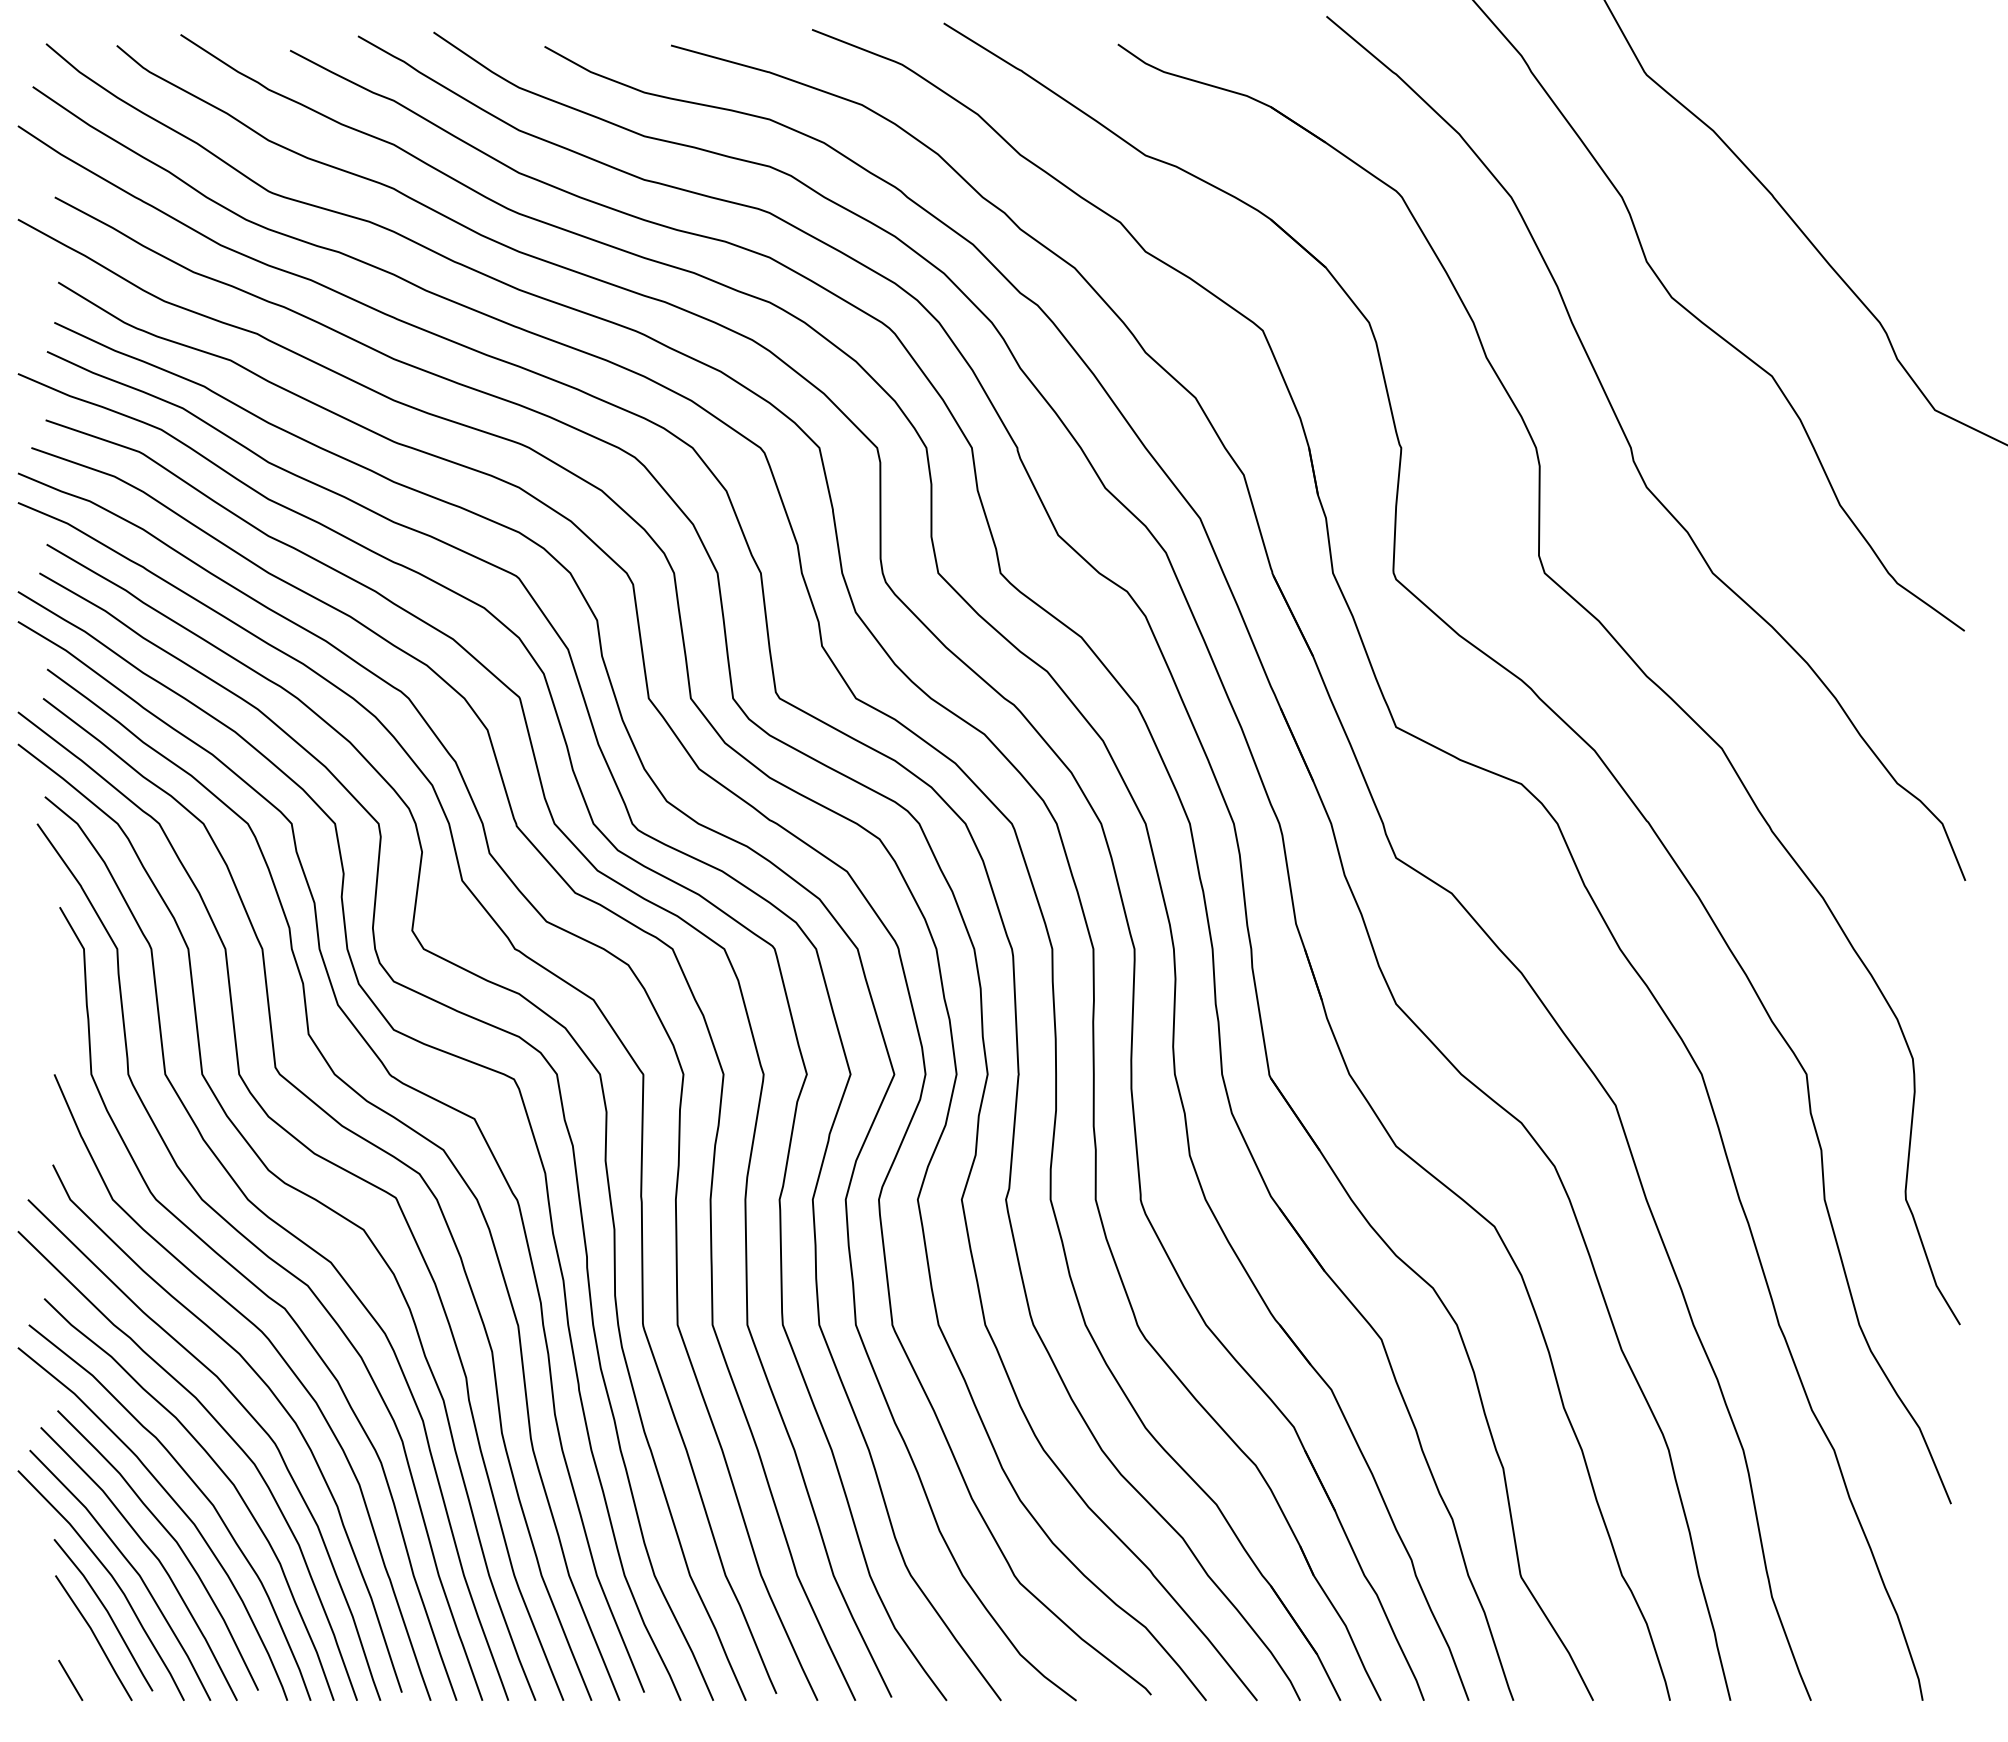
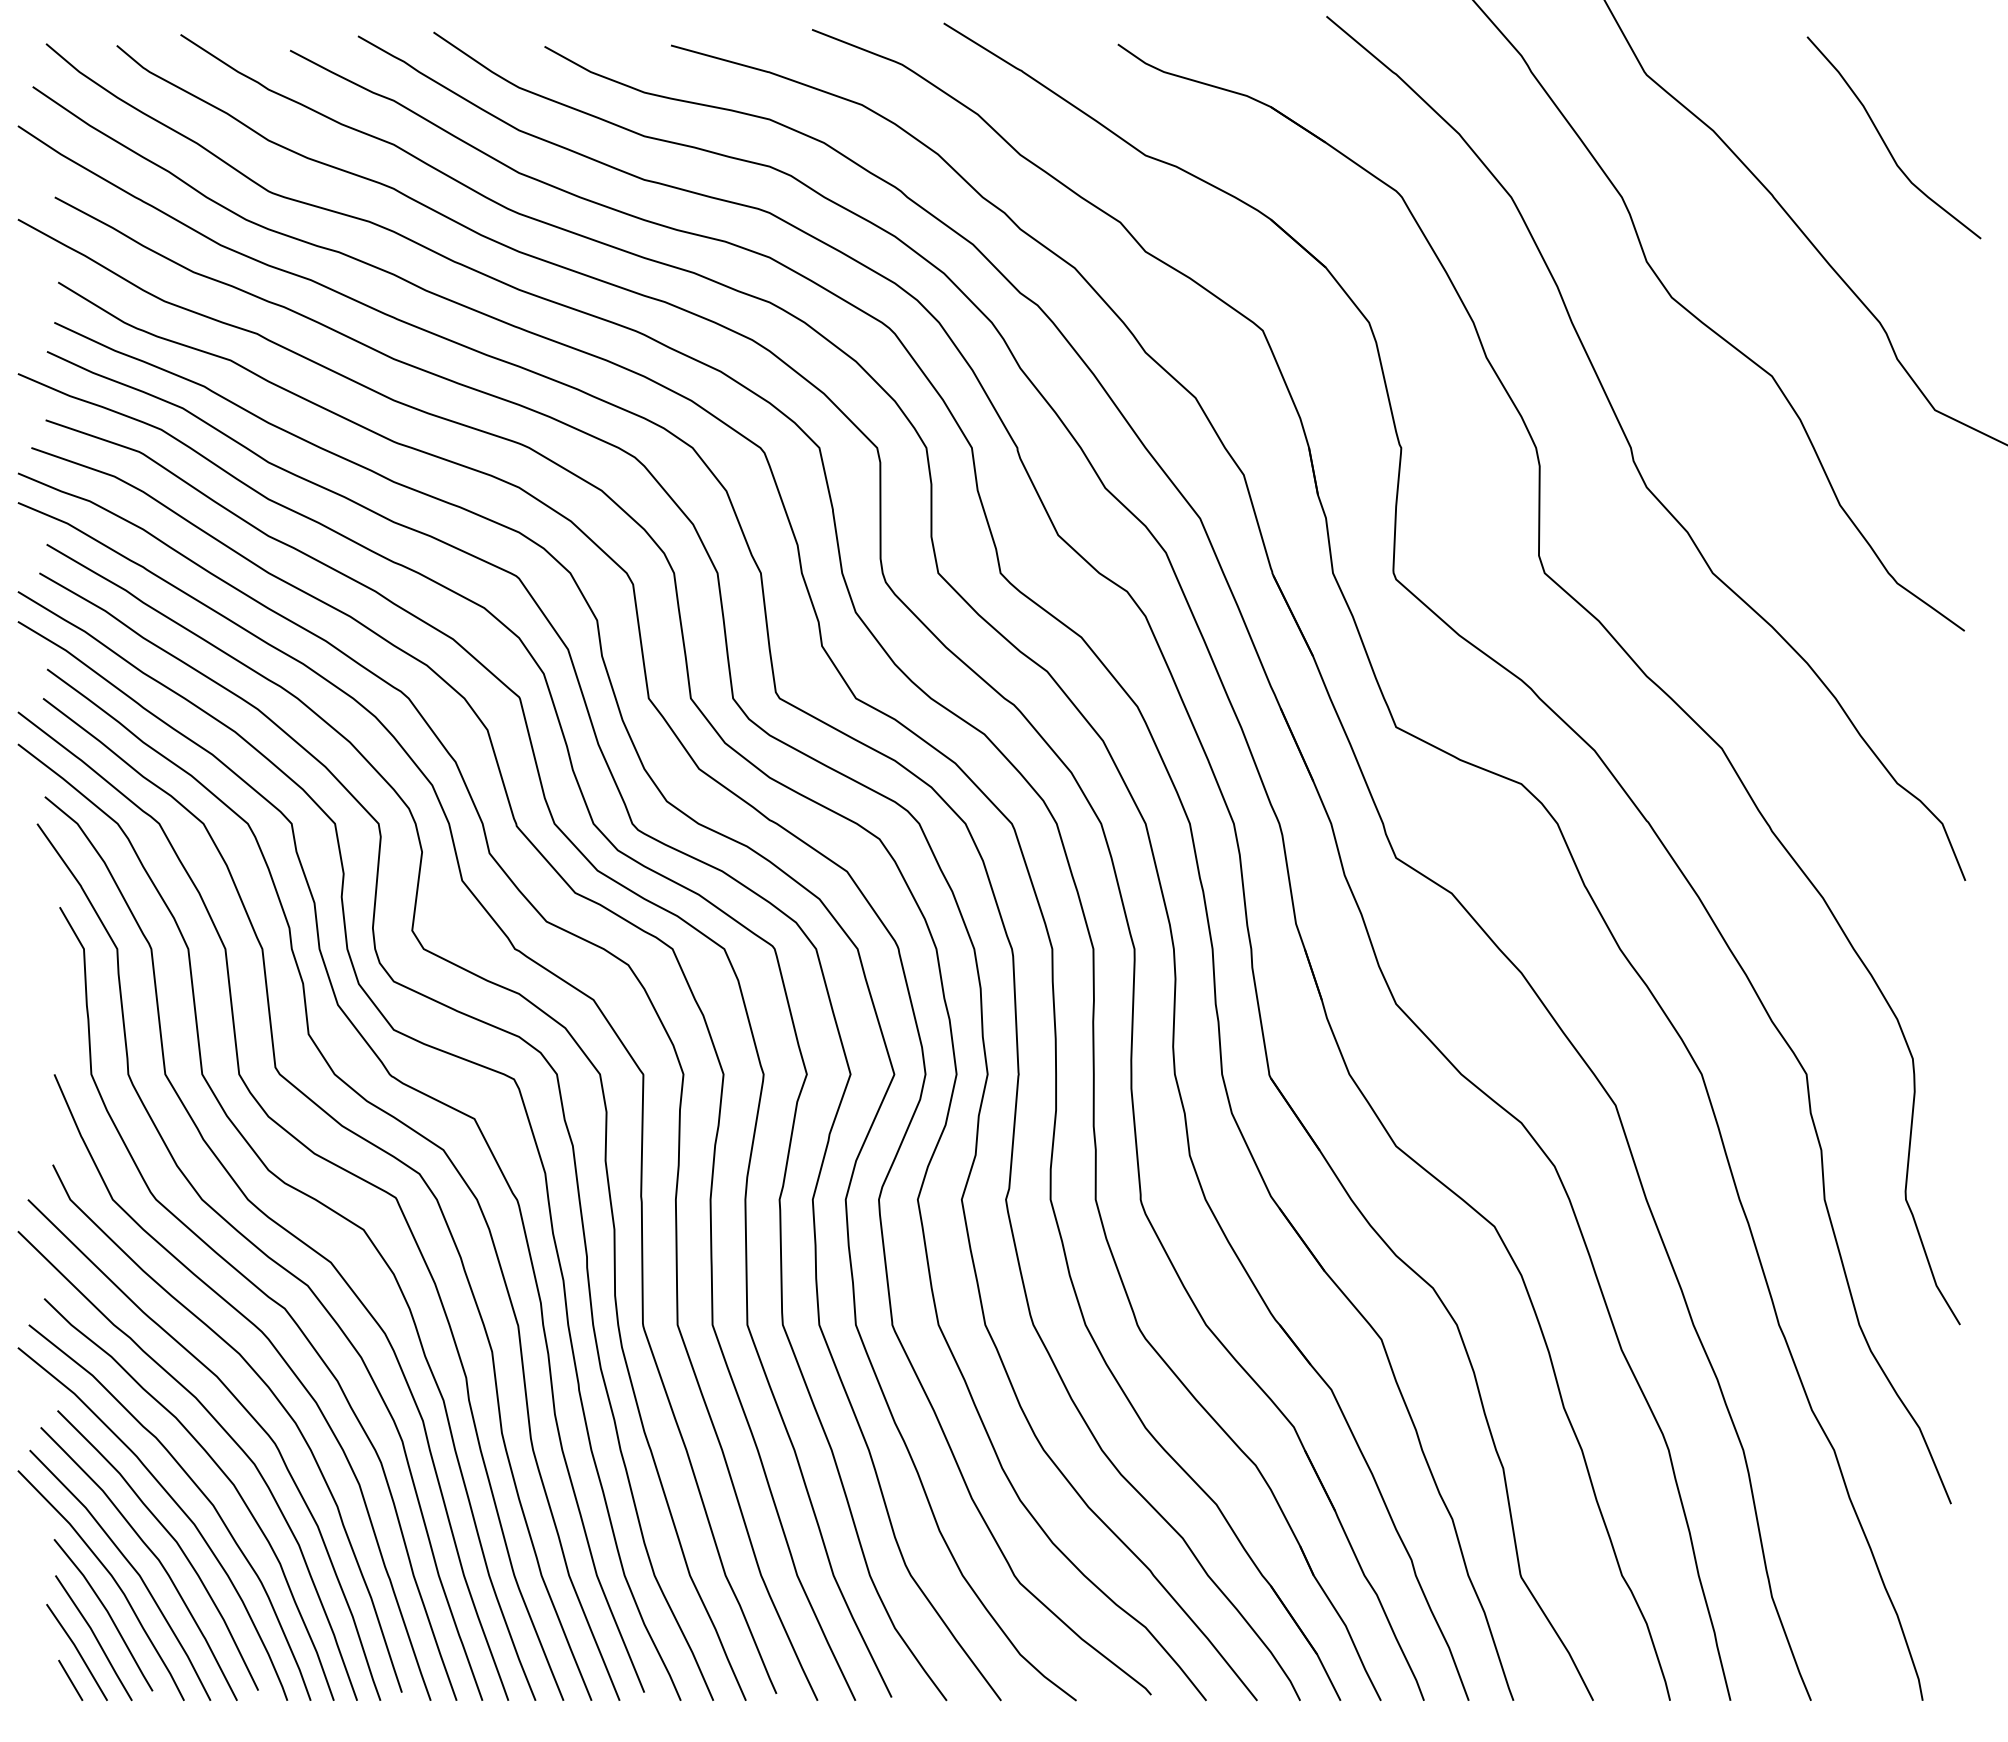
curve at (1885, 142): none -> present
line at (77, 1652): none -> present
